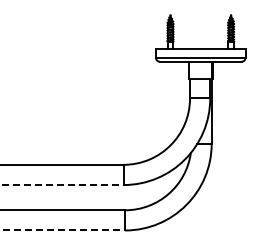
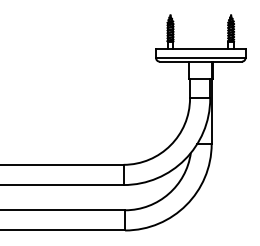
line at (62, 185): dashed -> solid
line at (63, 230): dashed -> solid
